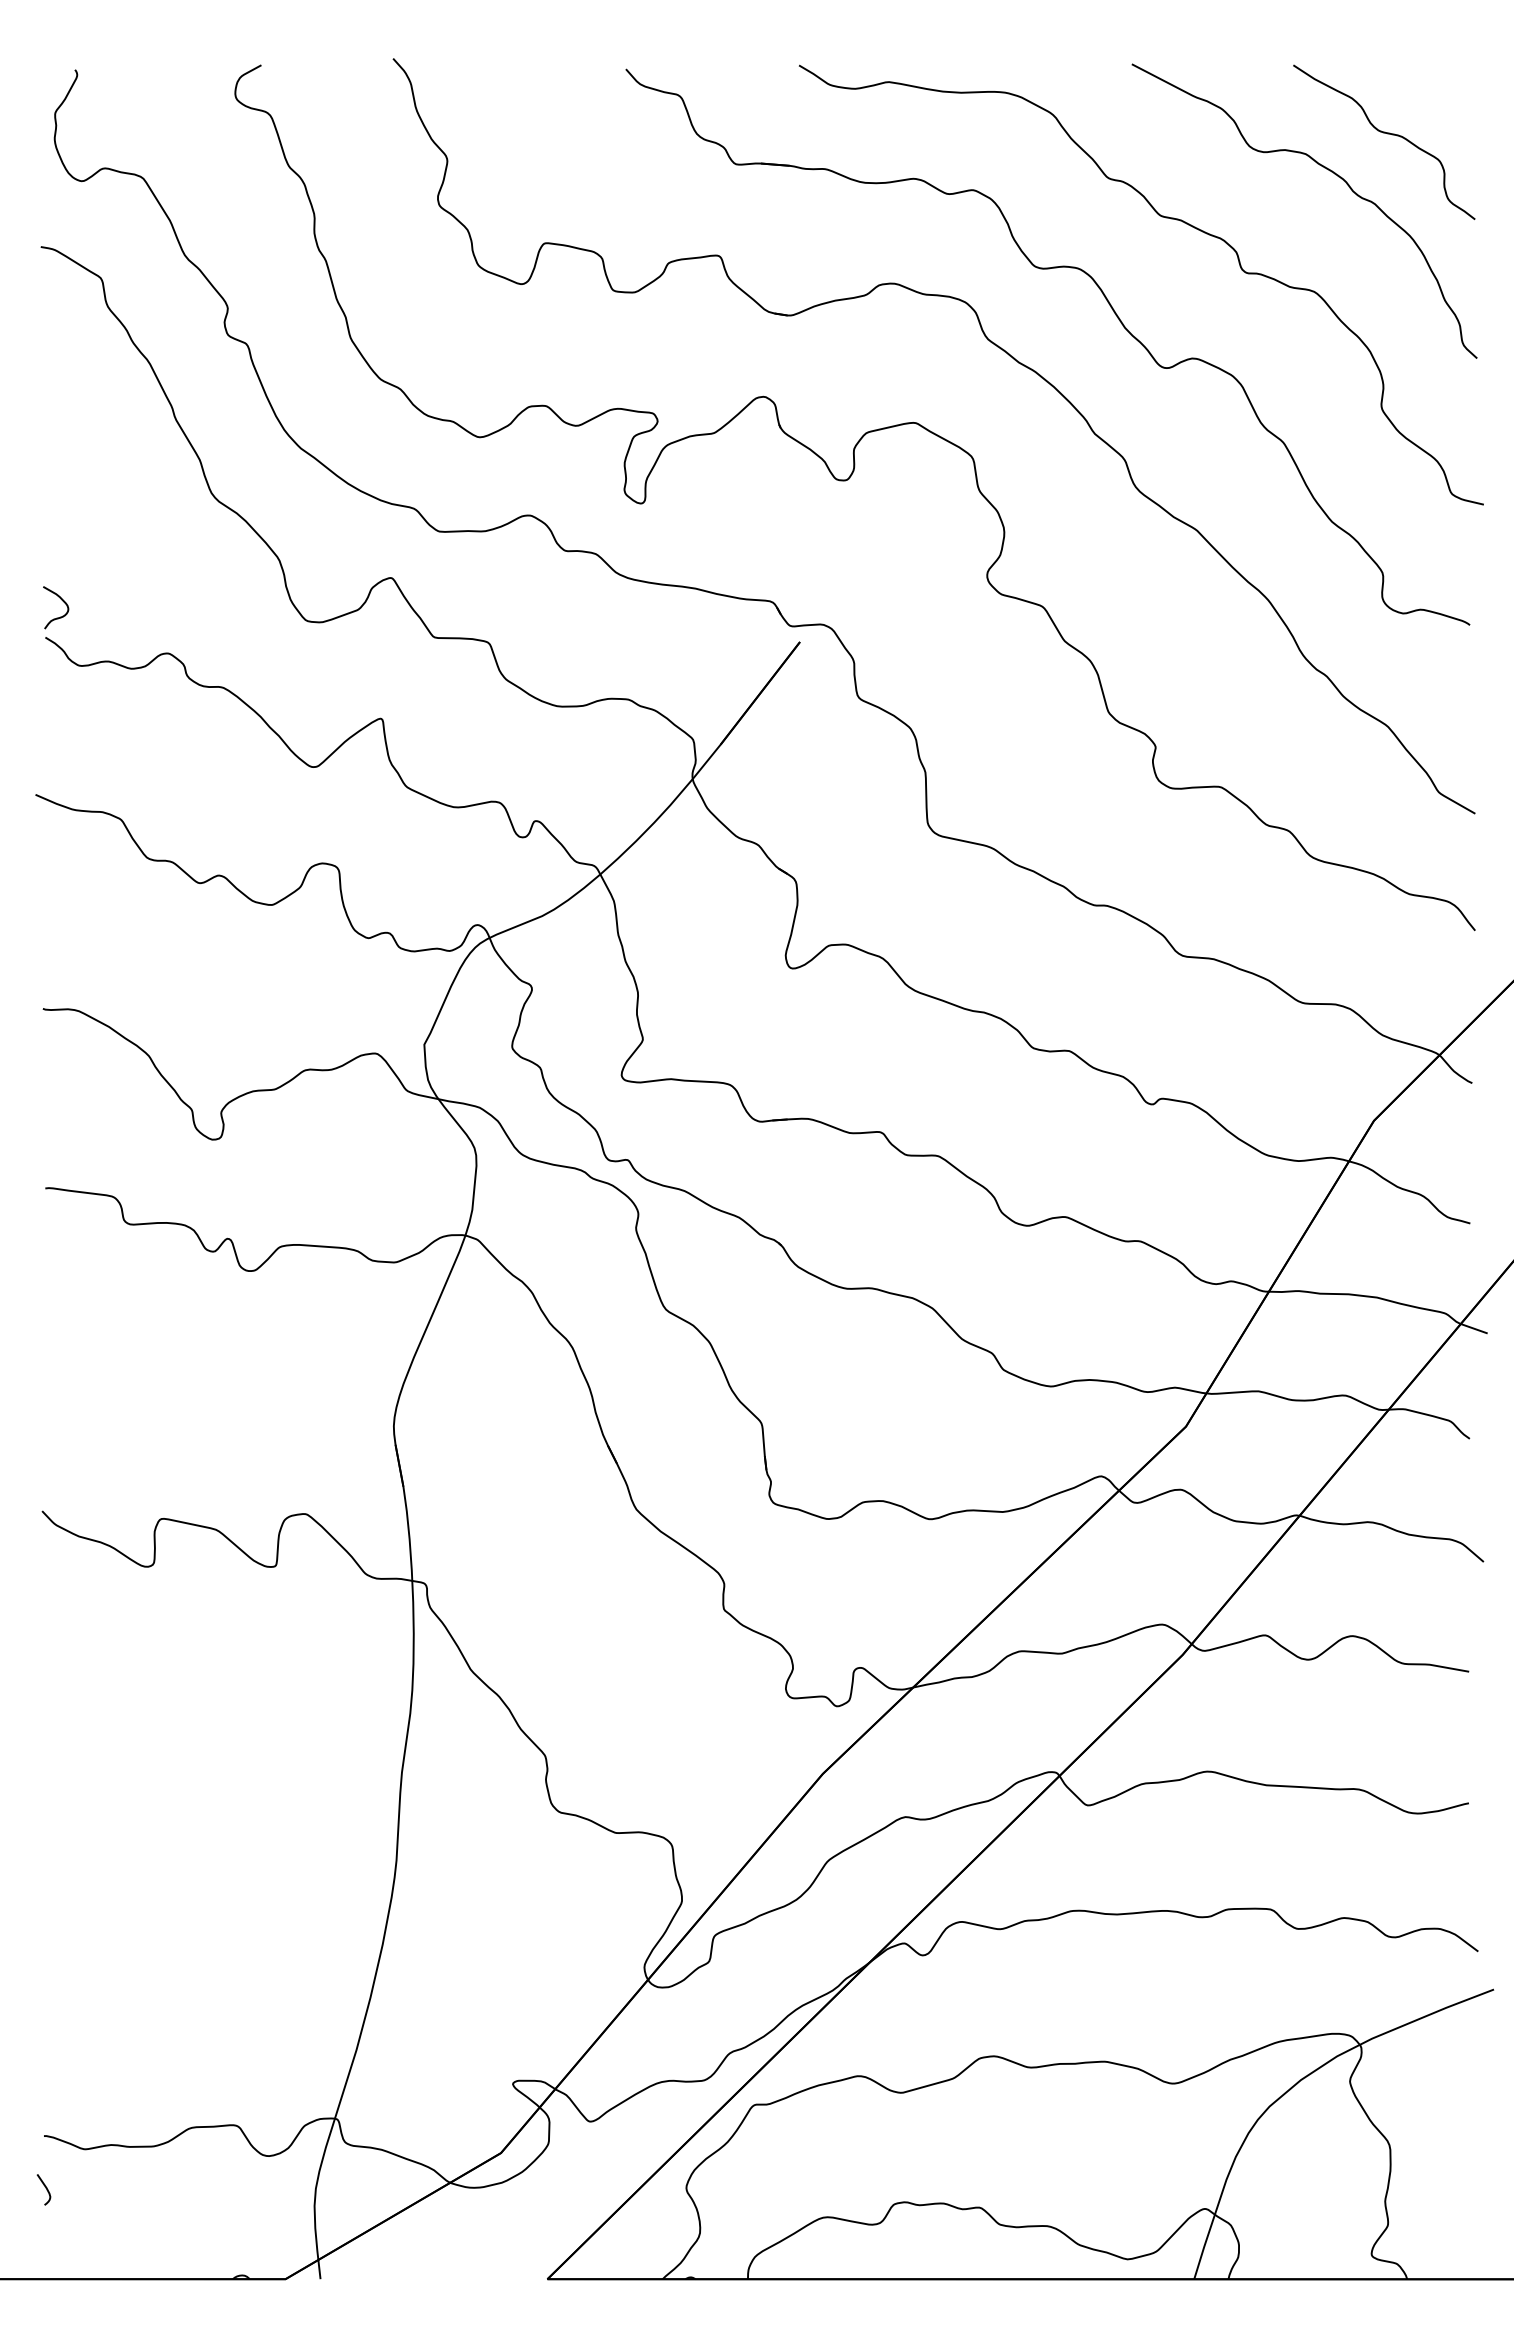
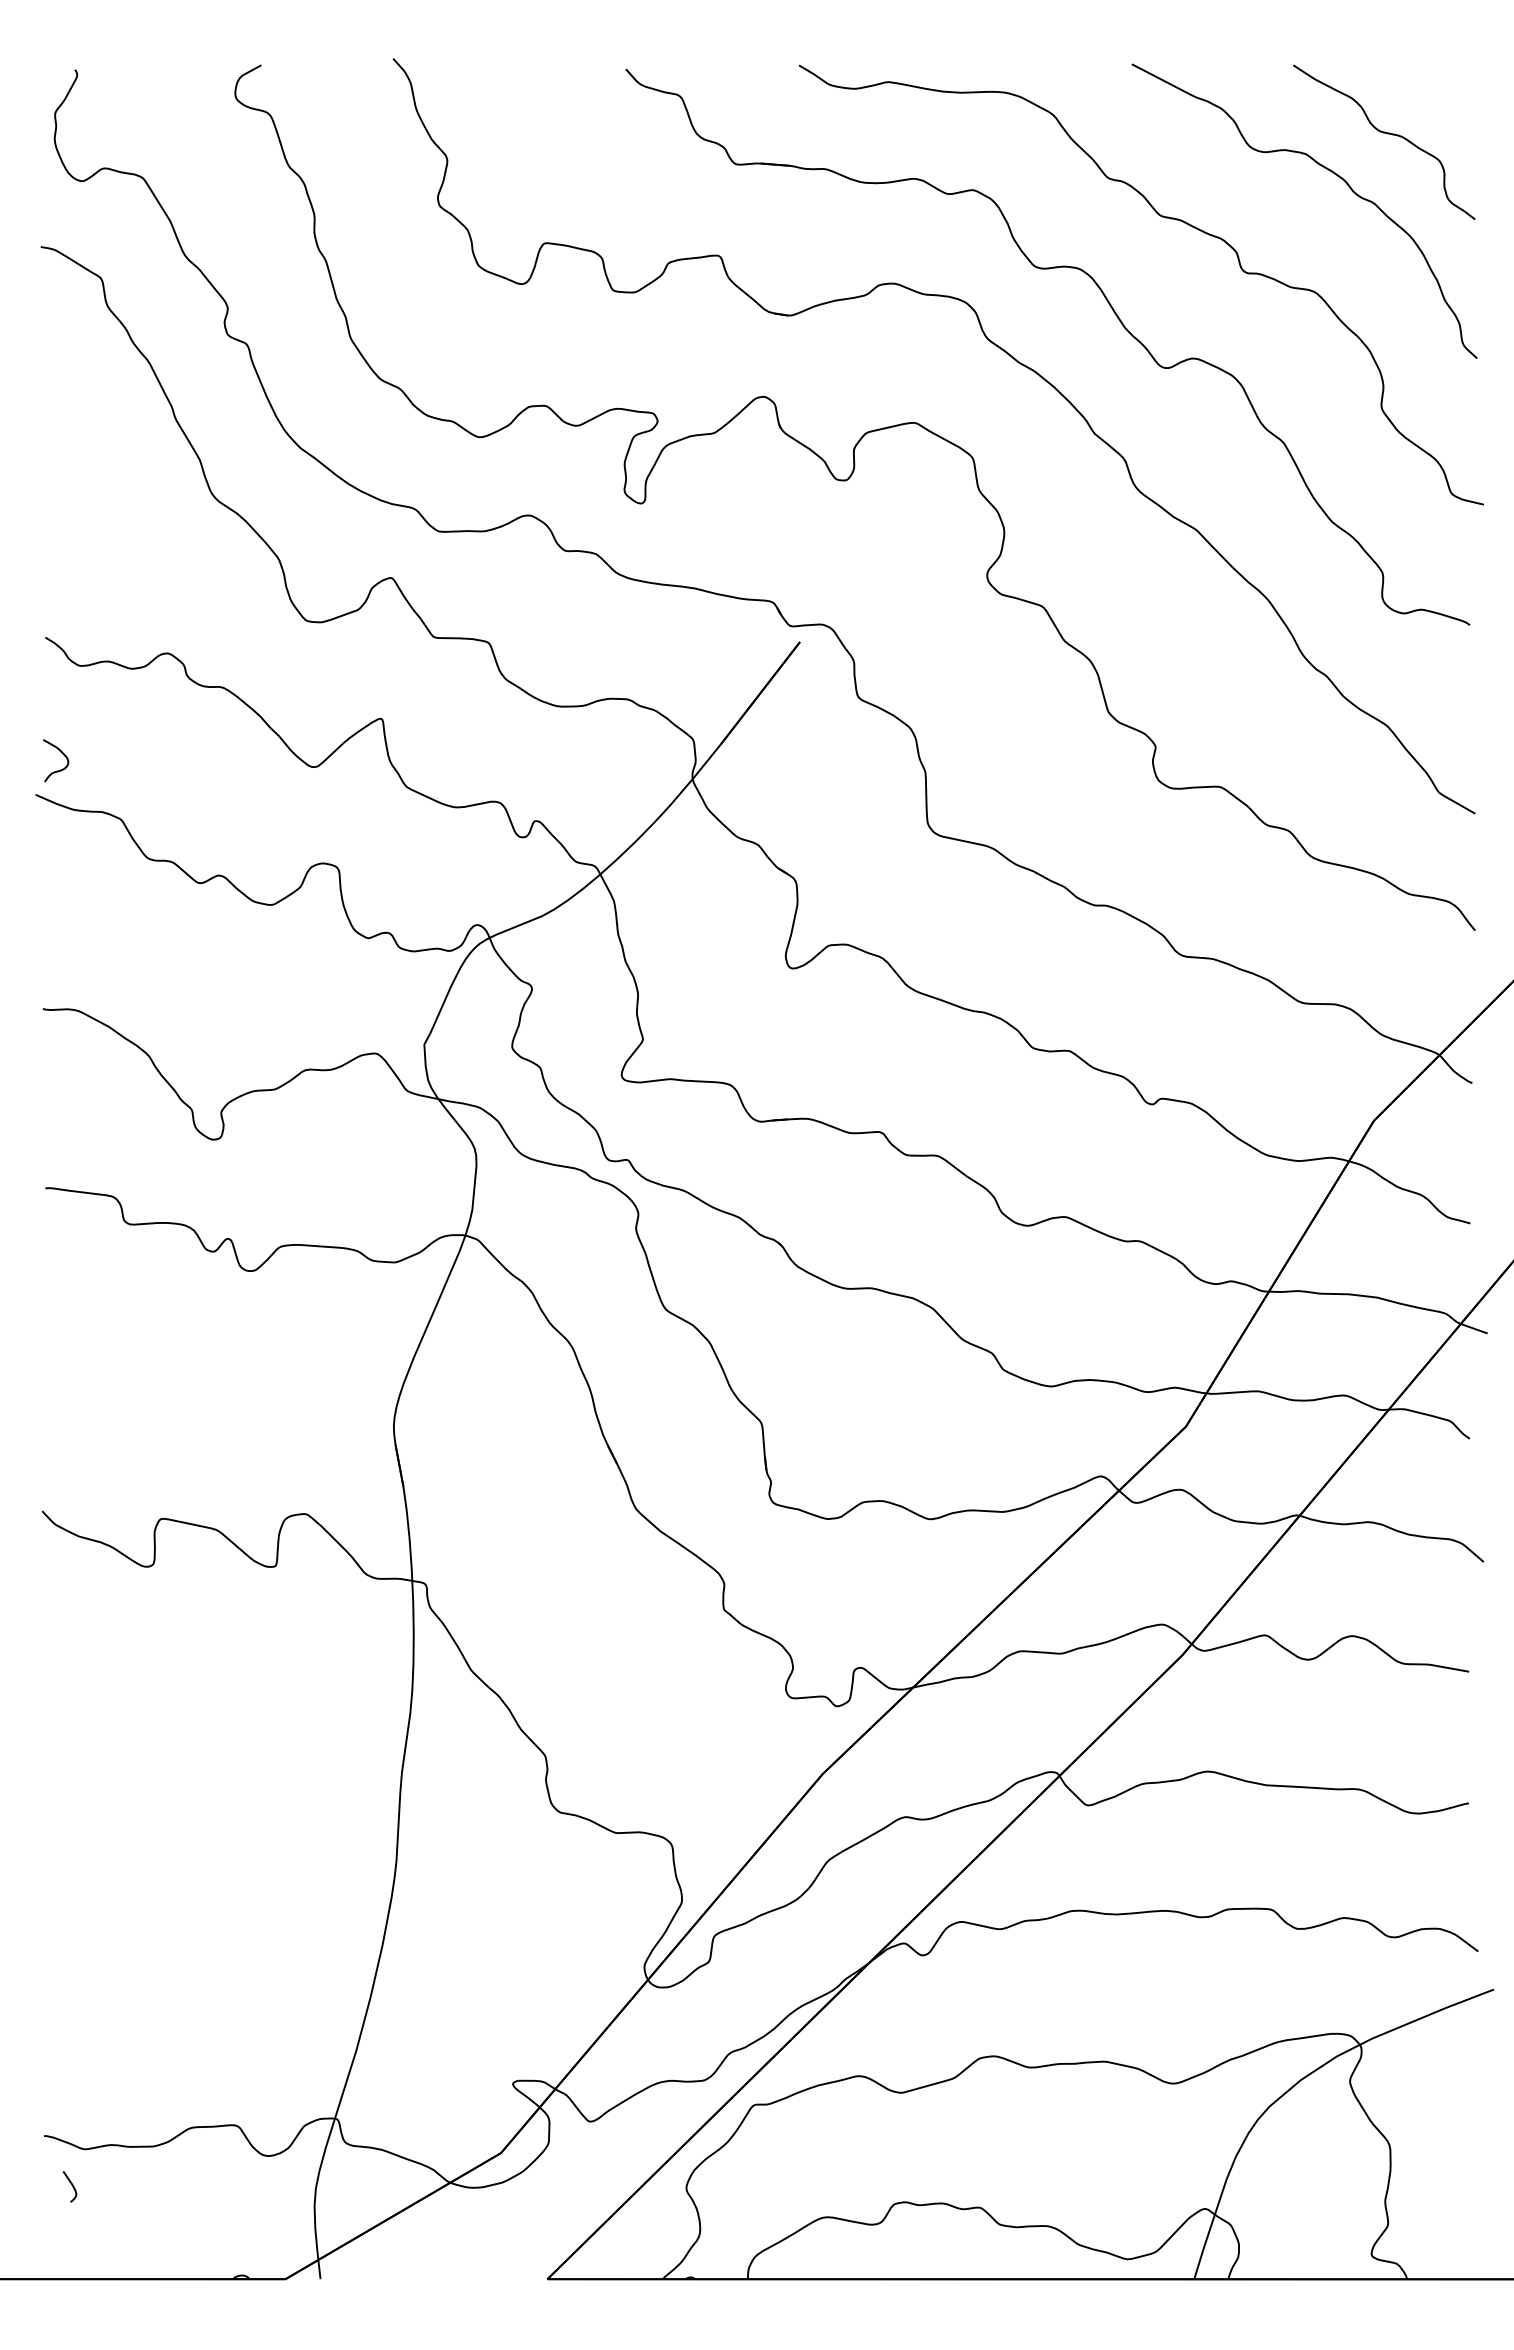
curve at (62, 601) position: (62, 601) -> (62, 754)
curve at (45, 2188) position: (45, 2188) -> (71, 2185)
